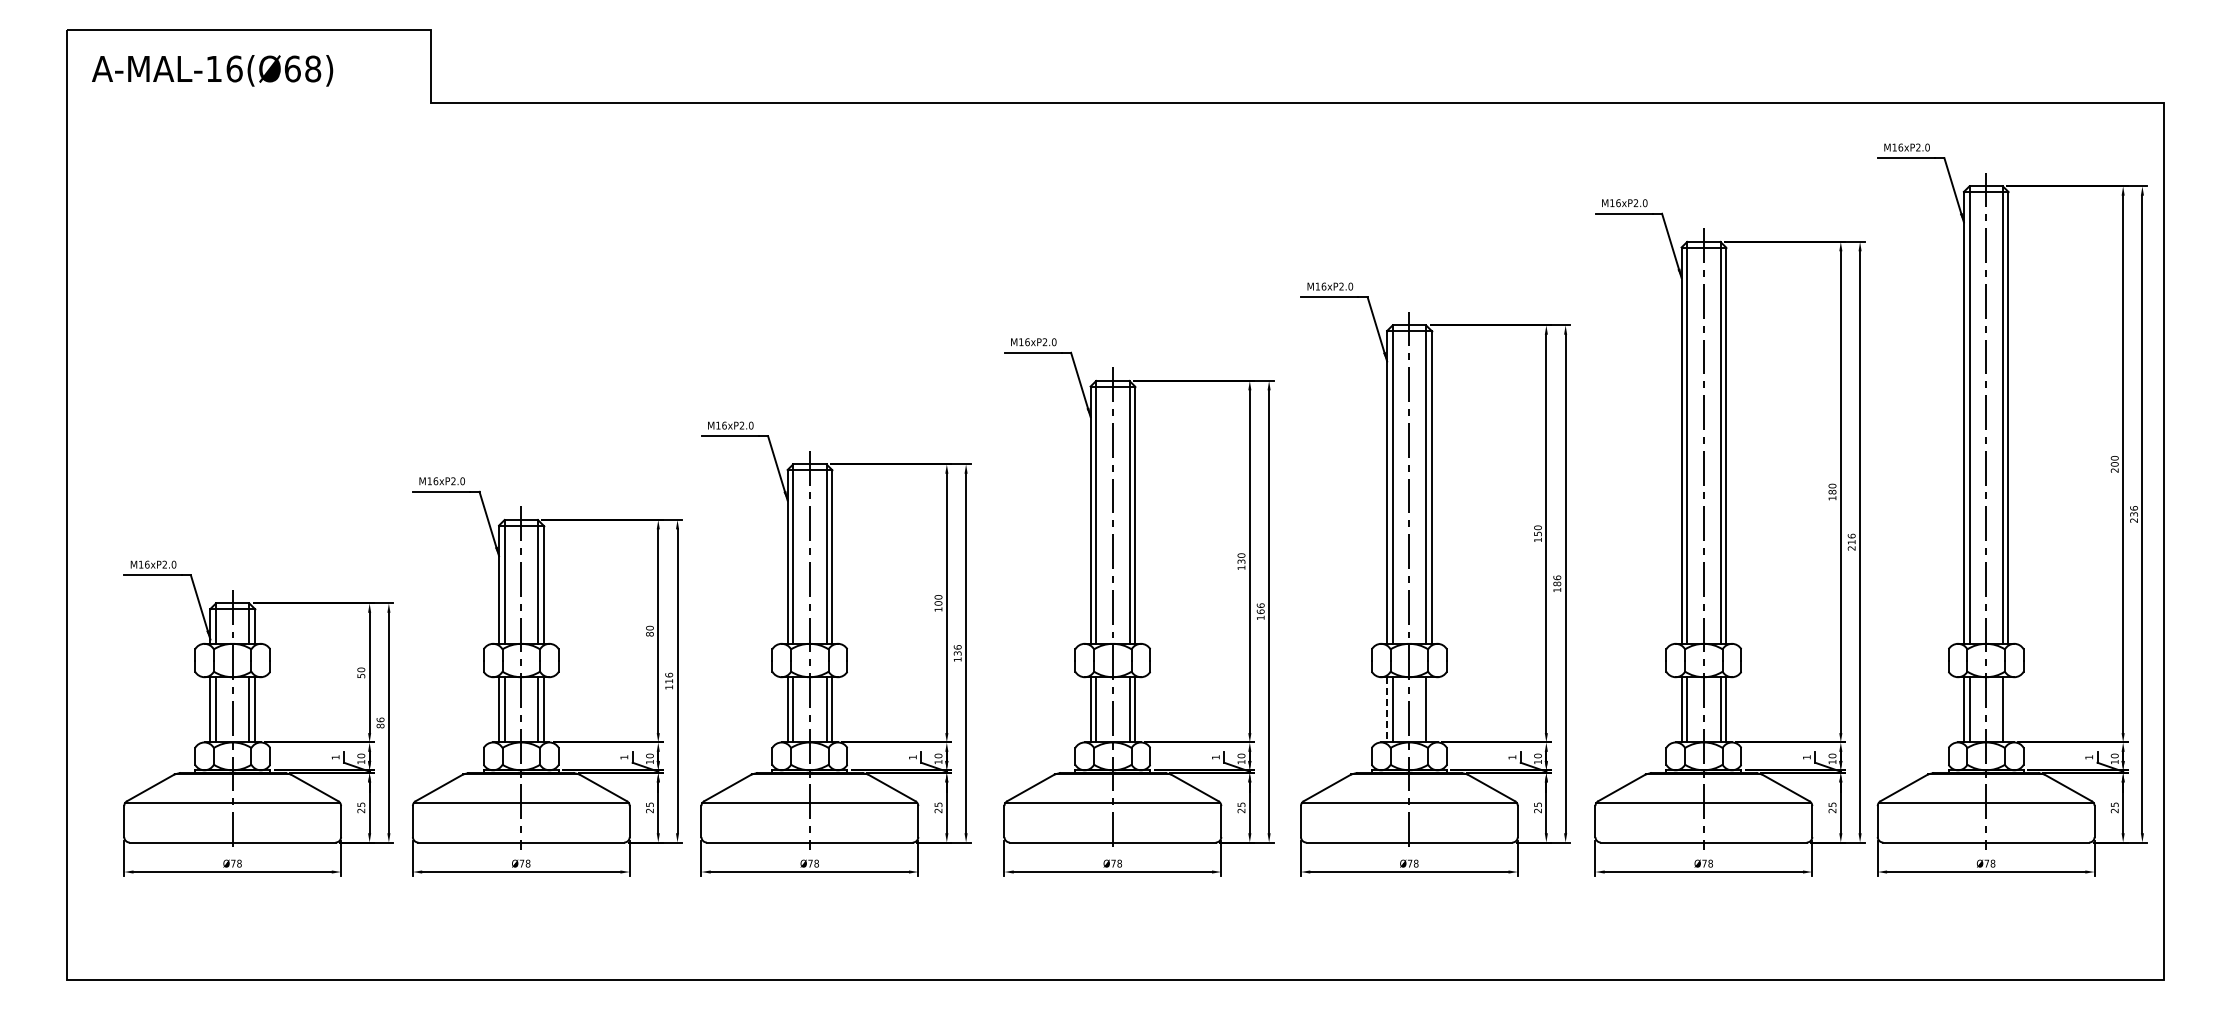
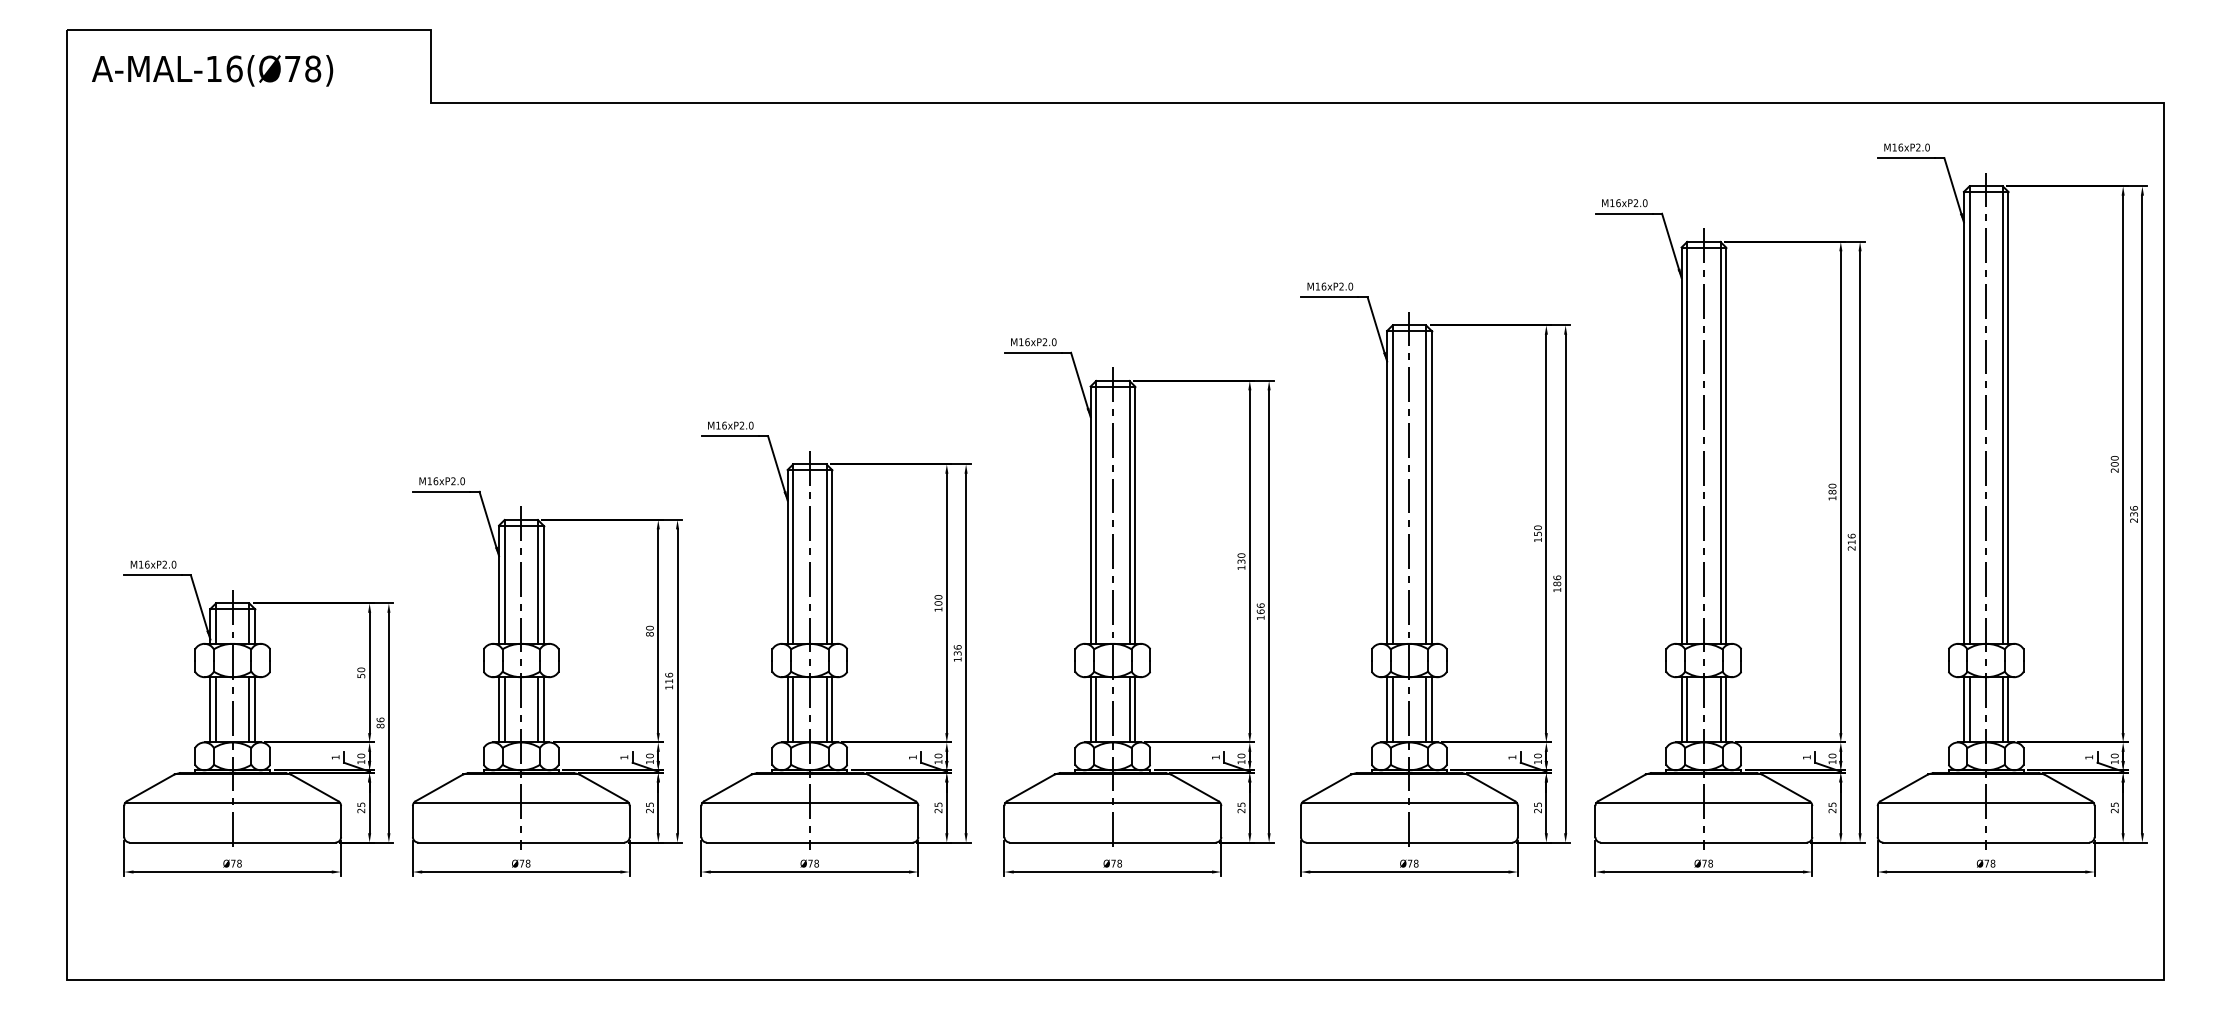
text at (292, 68): A-MAL-16(Ø68) -> A-MAL-16(Ø78)
line at (1387, 709): dashed -> solid
line at (1431, 709): none -> present
line at (2008, 709): none -> present
